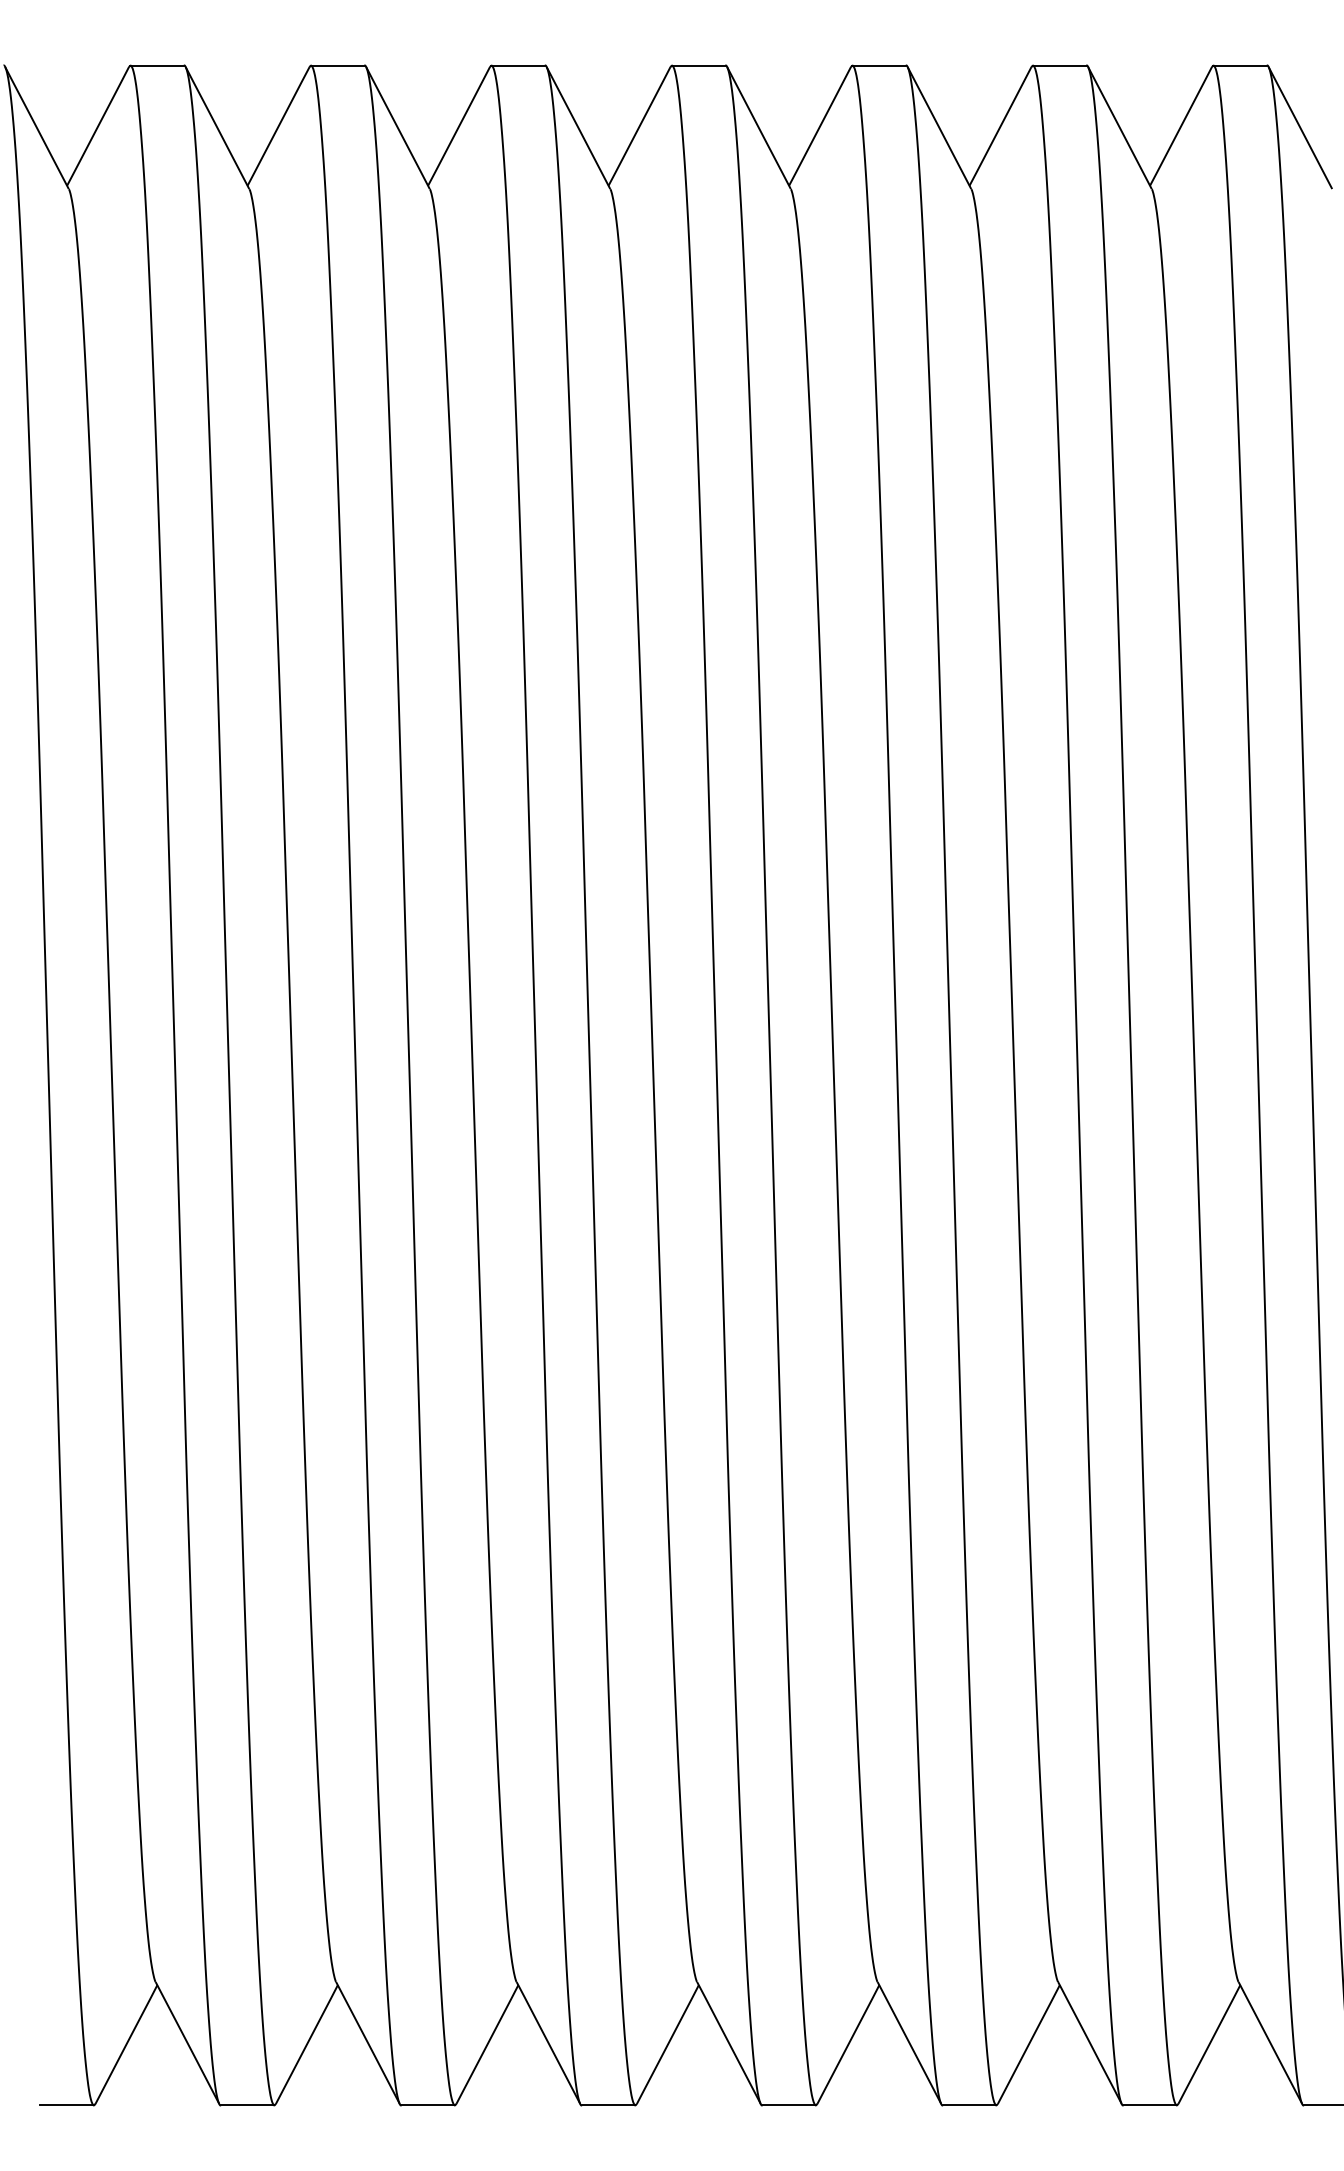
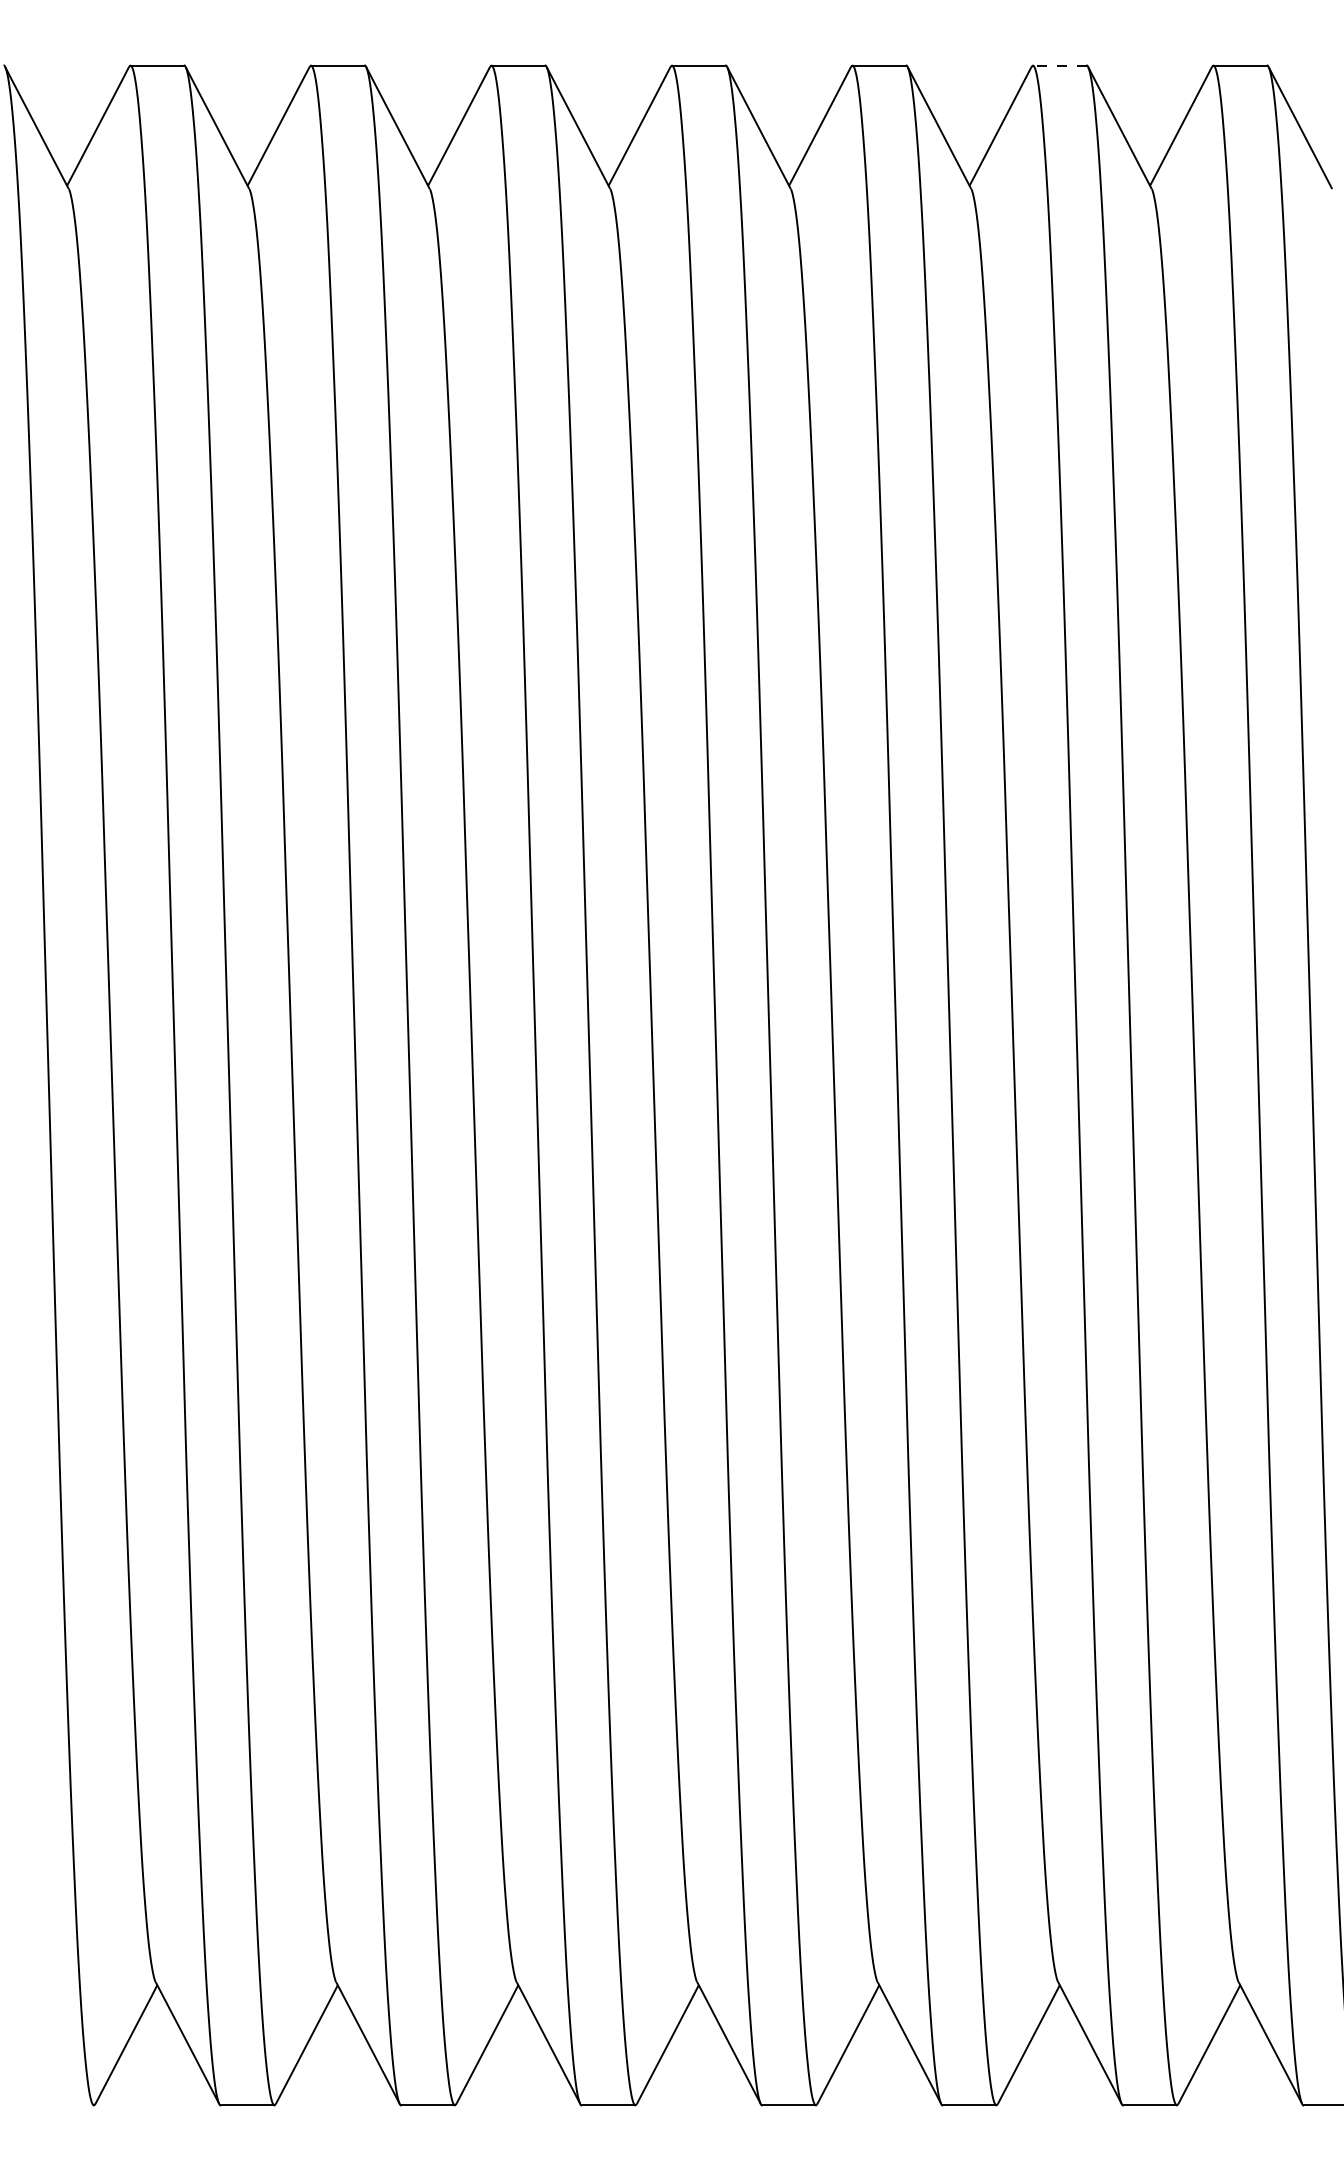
line at (1059, 65): solid -> dashed
line at (66, 2105): present -> none
